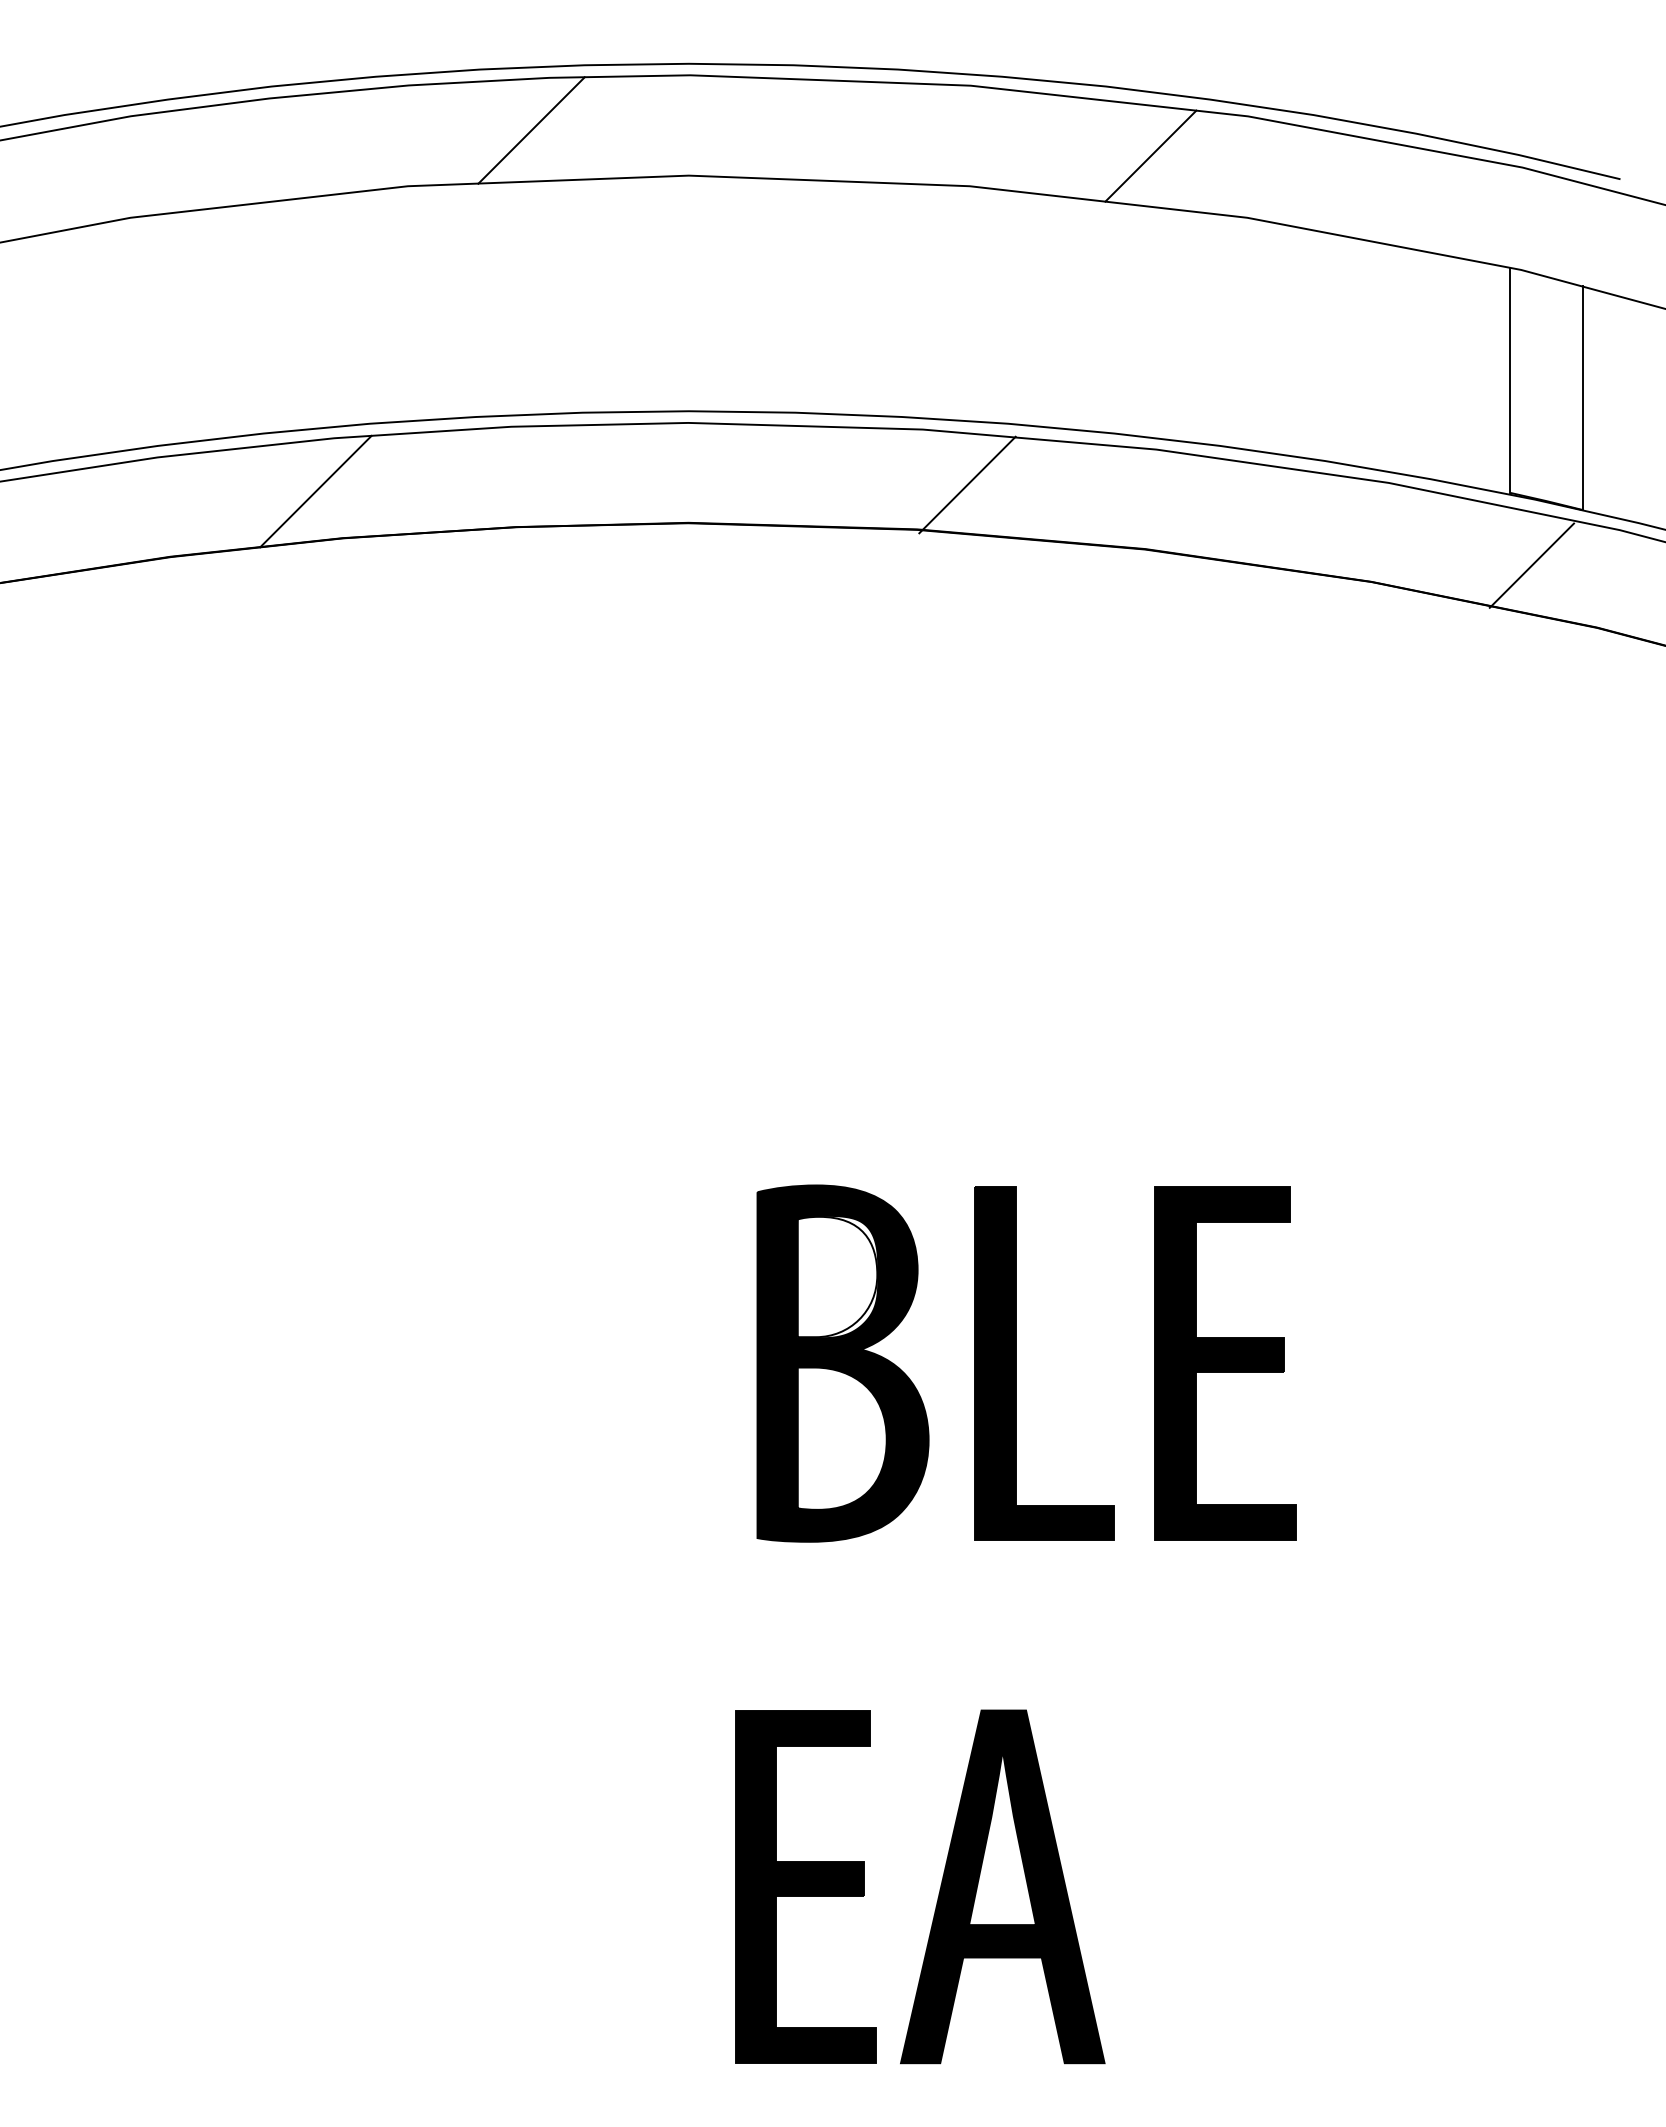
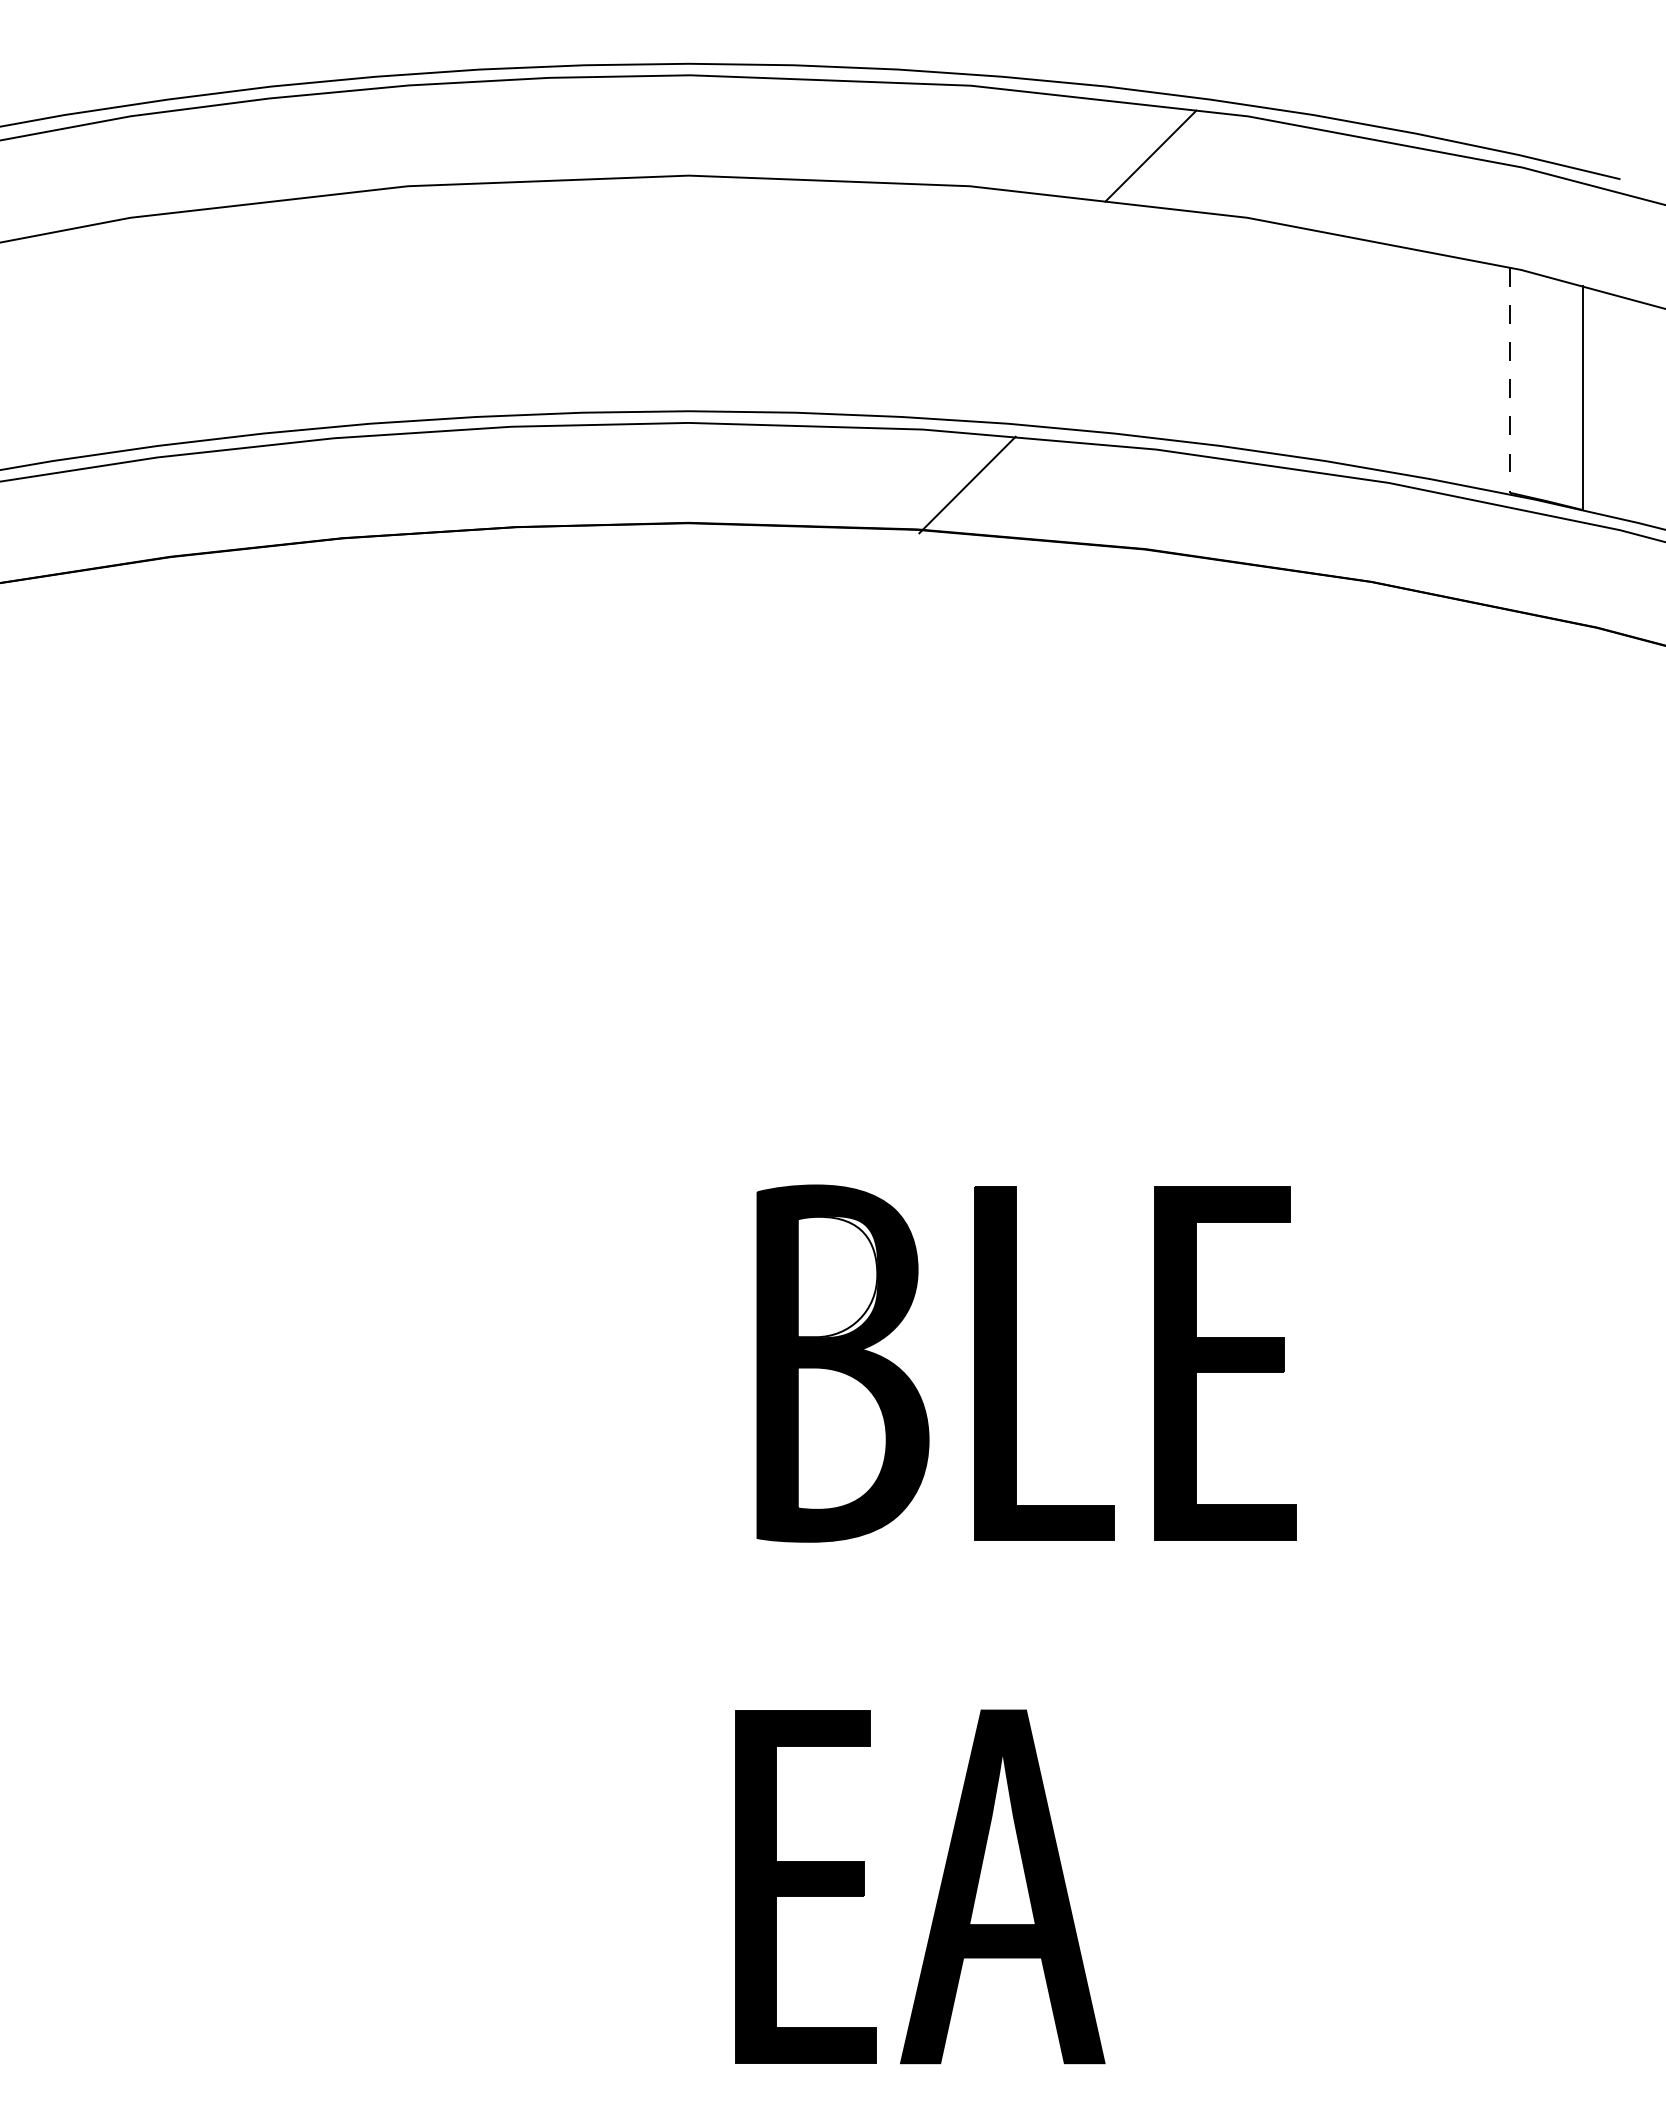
line at (531, 130): present -> none
line at (1510, 380): solid -> dashed
line at (315, 491): present -> none
line at (1531, 565): present -> none
